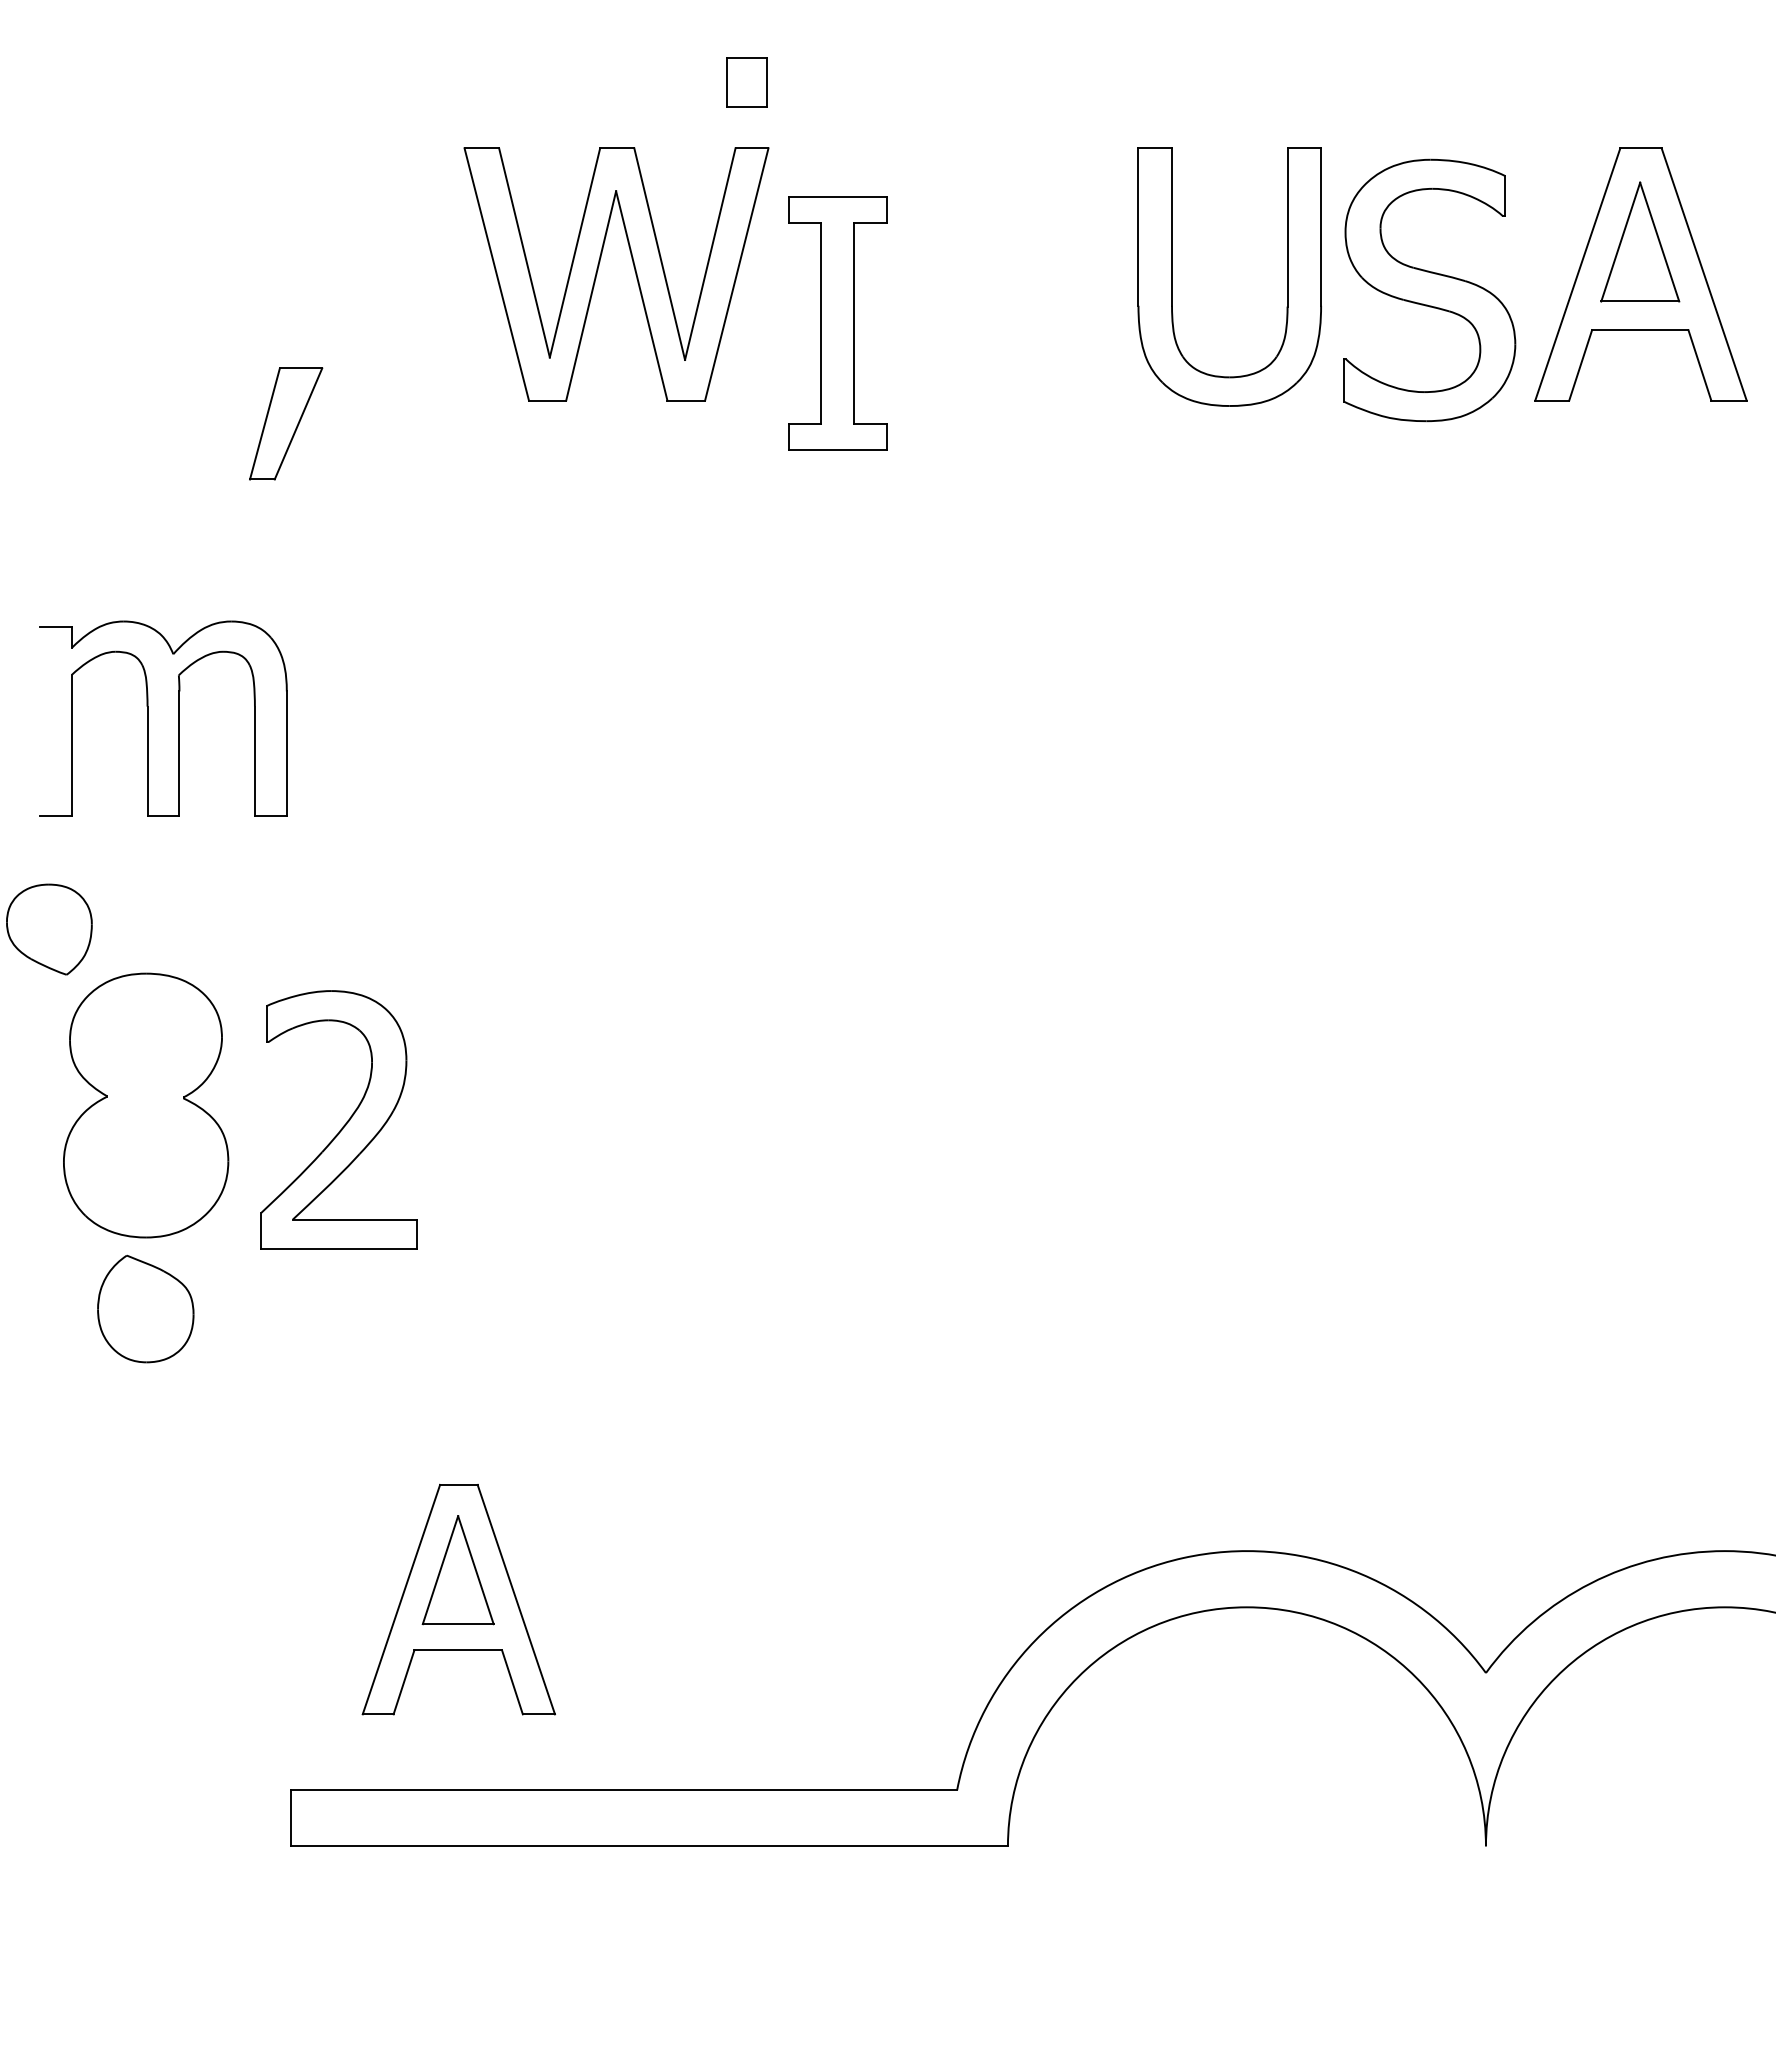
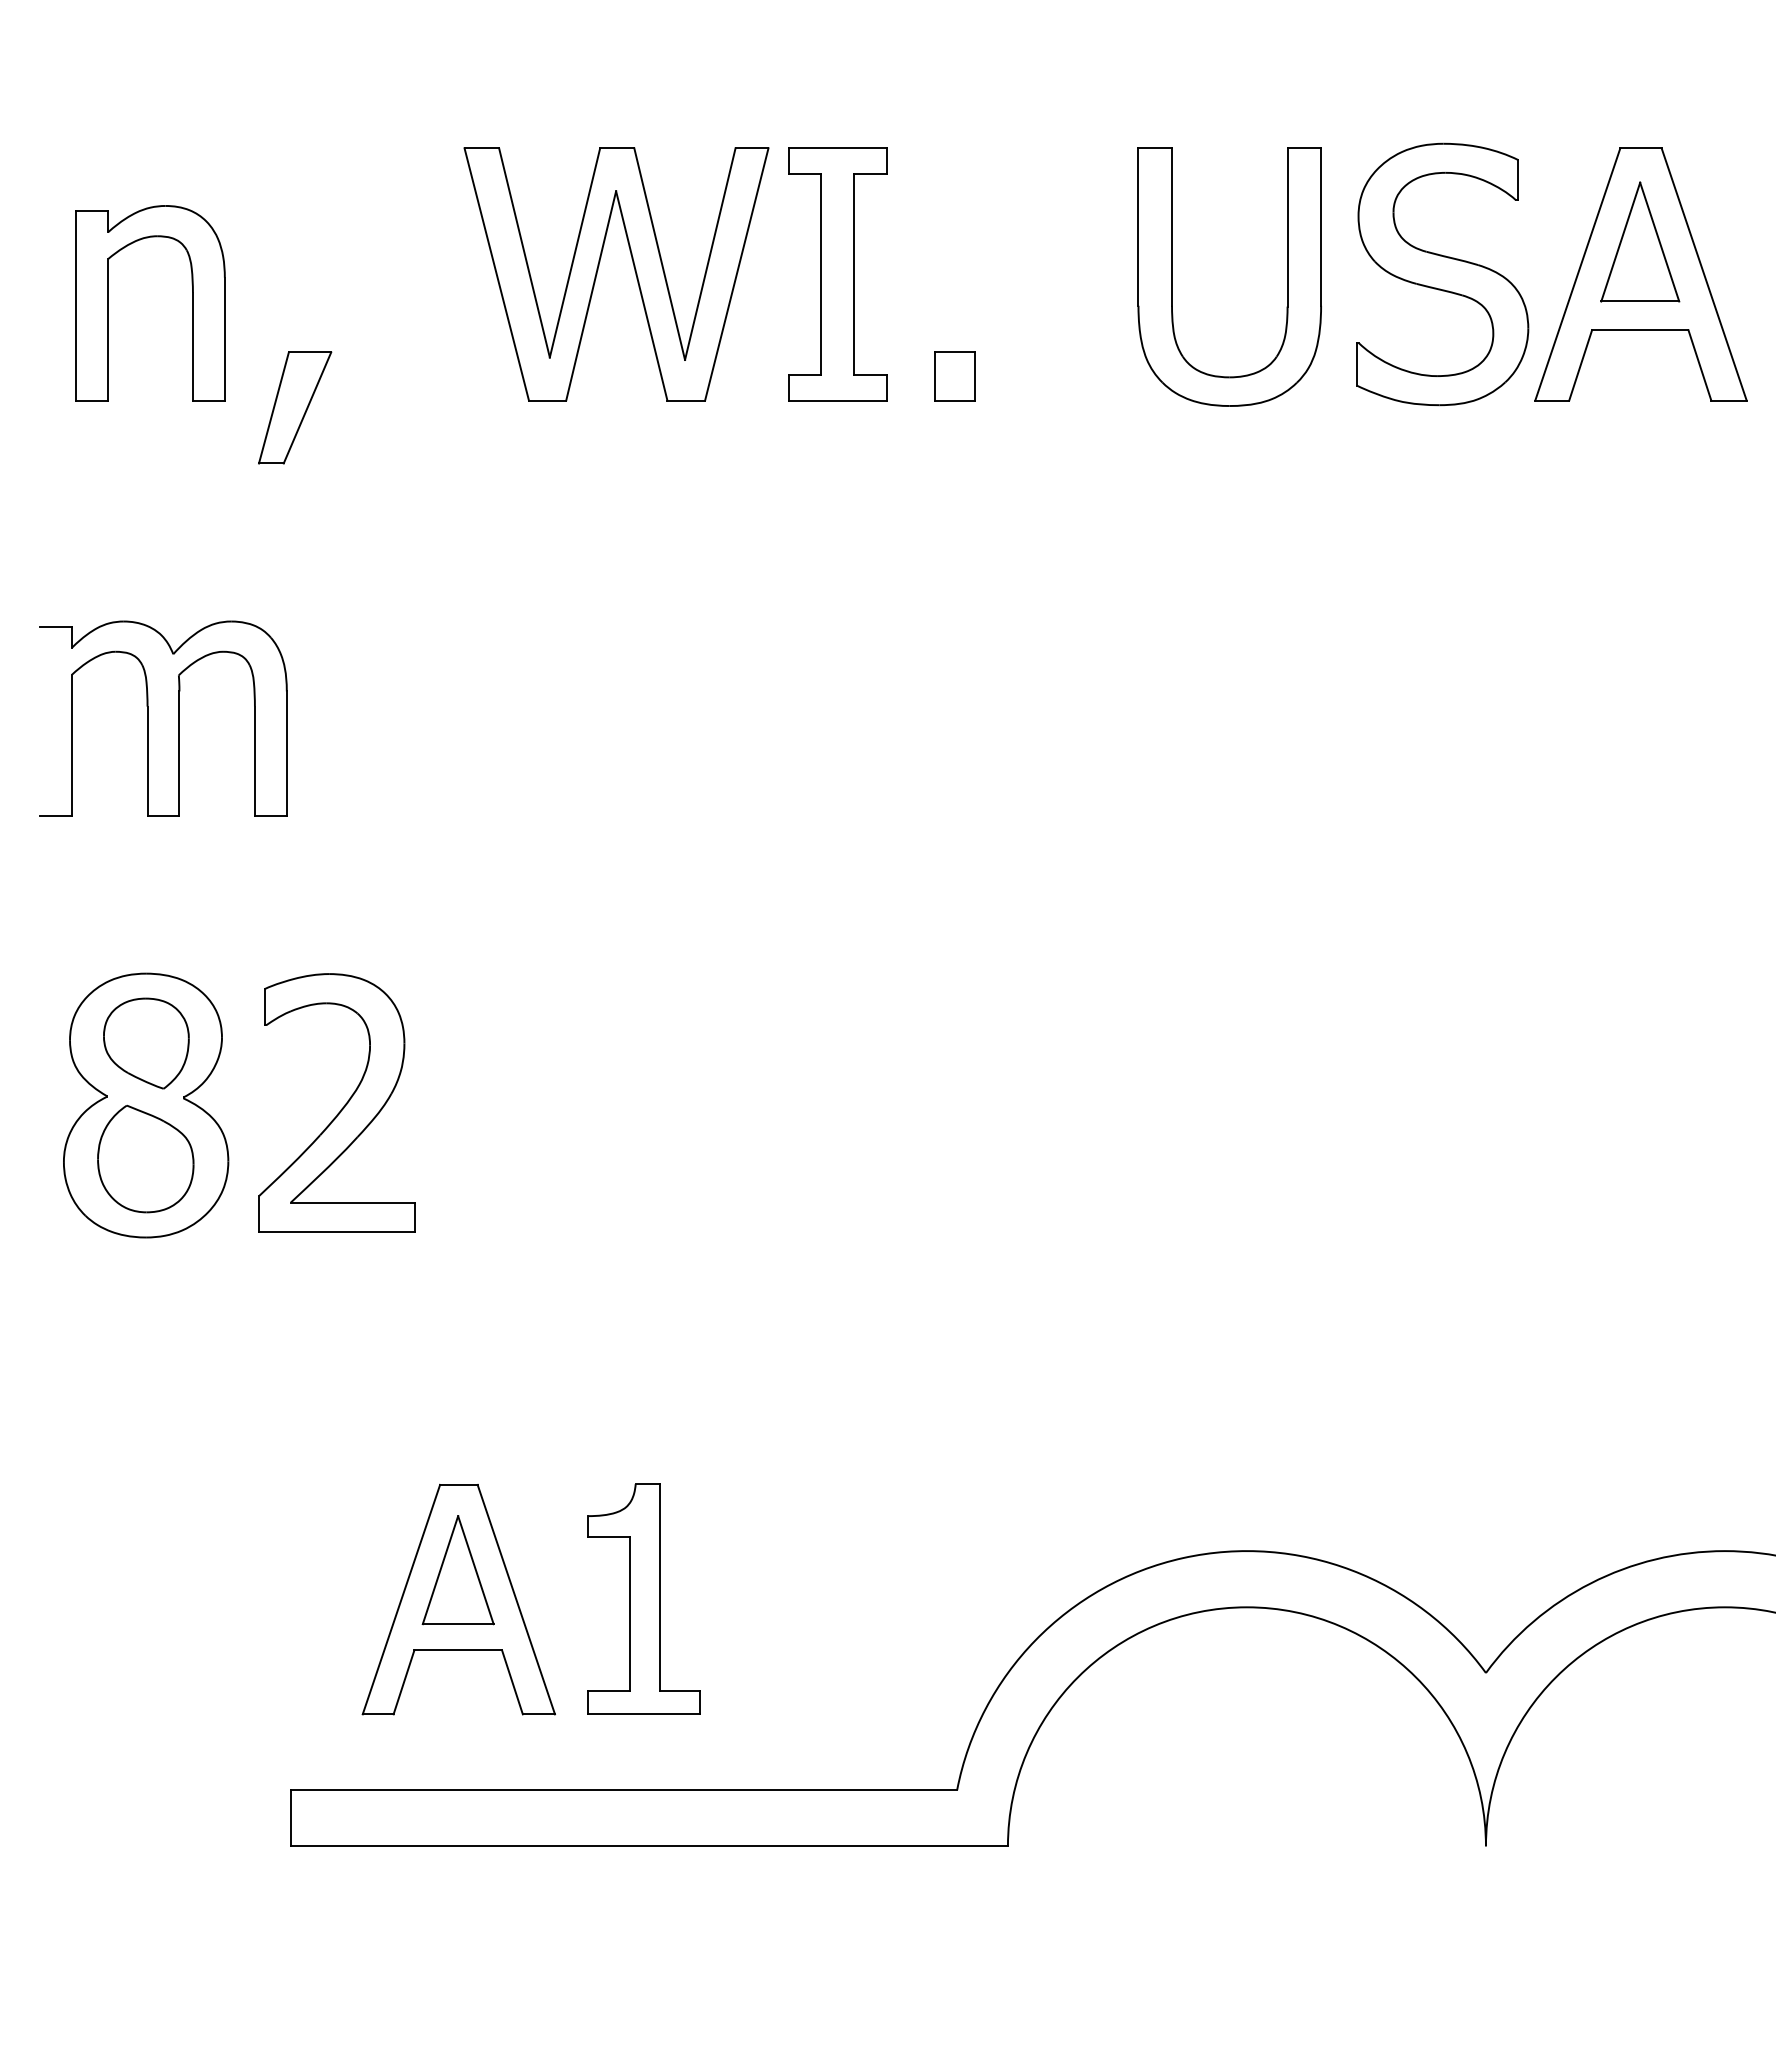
part at (746, 82) position: (746, 82) -> (954, 376)
part at (1429, 290) position: (1429, 290) -> (1442, 274)
part at (108, 303): none -> present
part at (837, 323) position: (837, 323) -> (837, 274)
part at (286, 423) position: (286, 423) -> (295, 407)
part at (49, 929) position: (49, 929) -> (146, 1043)
part at (344, 1124) position: (344, 1124) -> (342, 1107)
part at (145, 1308) position: (145, 1308) -> (145, 1158)
part at (643, 1598): none -> present
